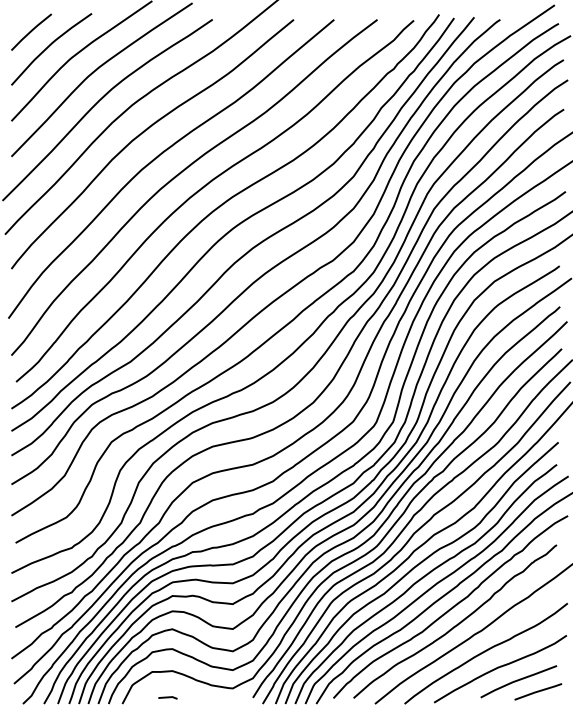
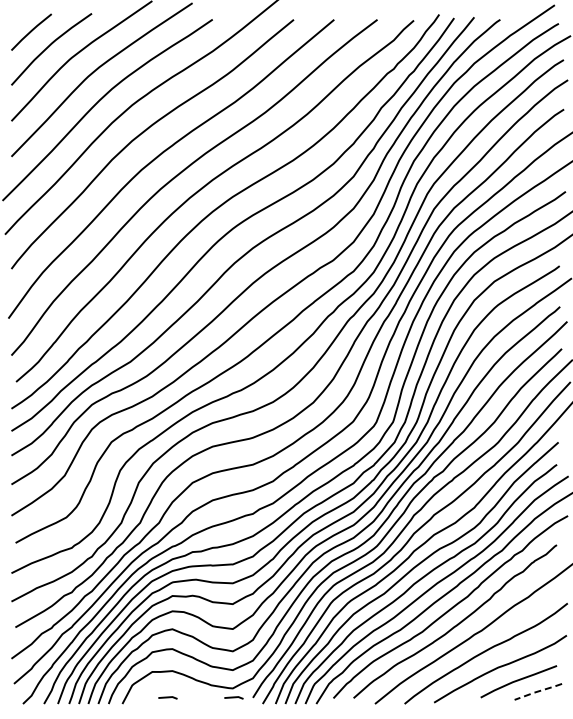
line at (538, 691): solid -> dashed
line at (233, 697): none -> present
